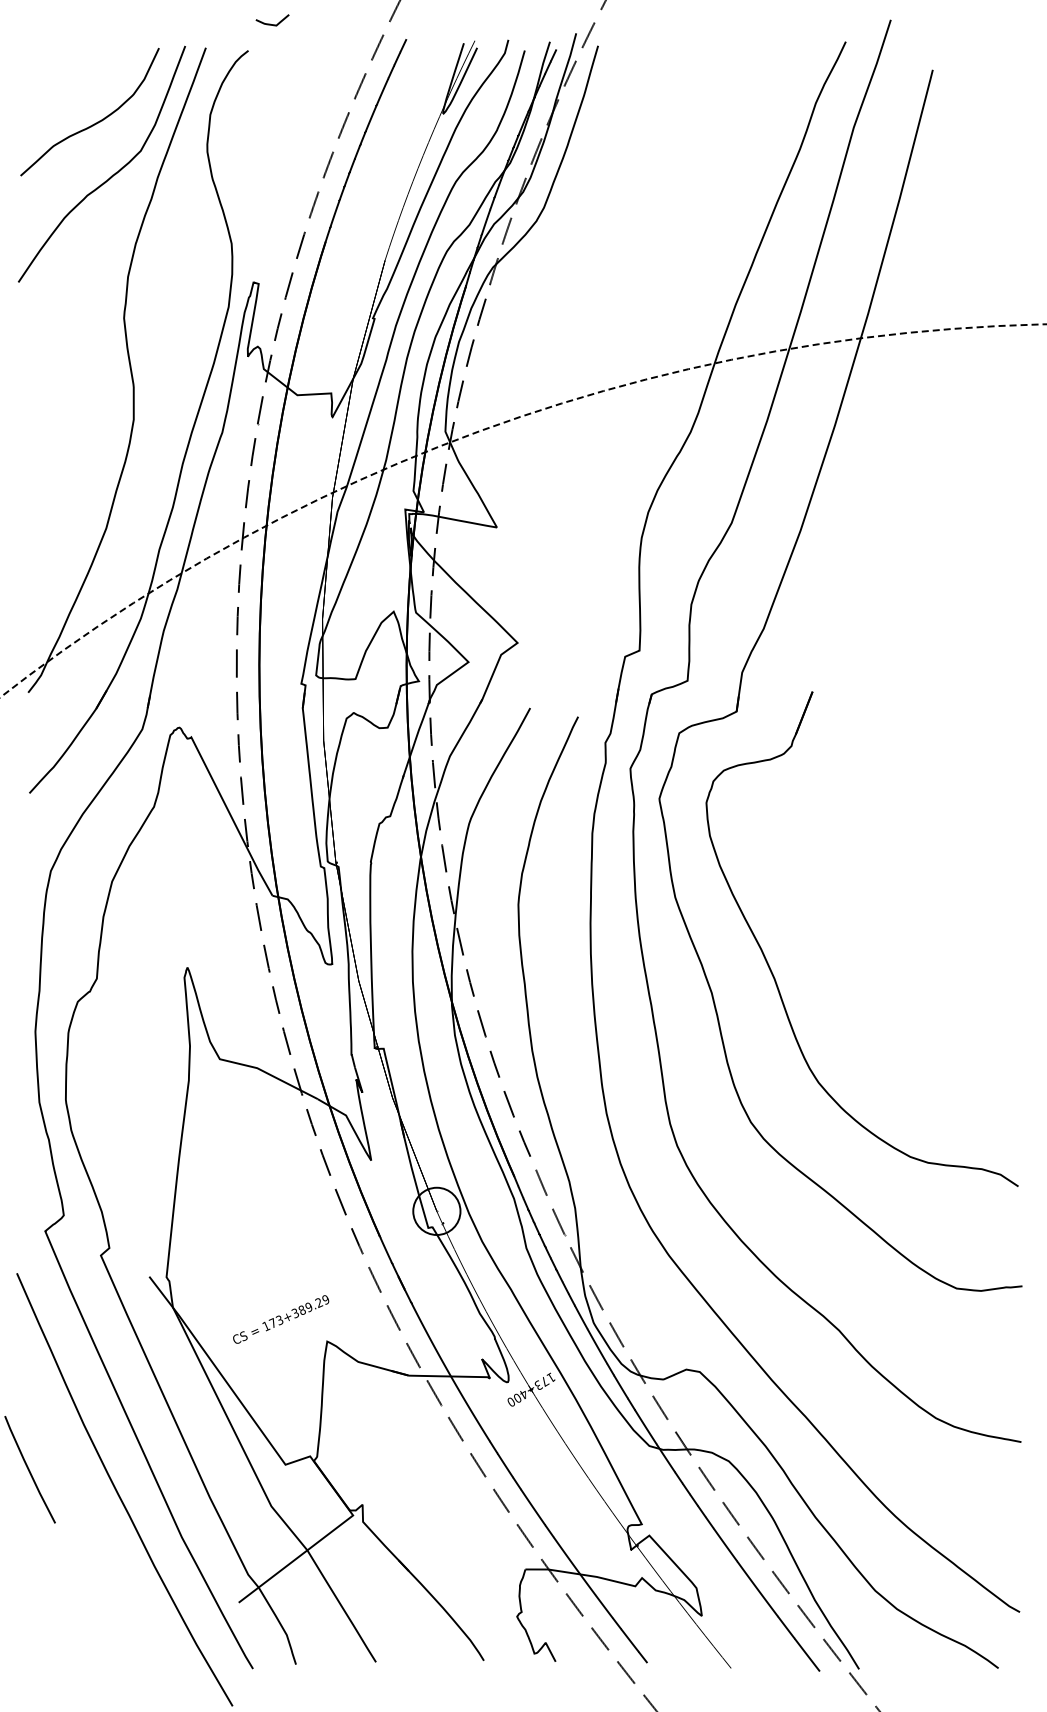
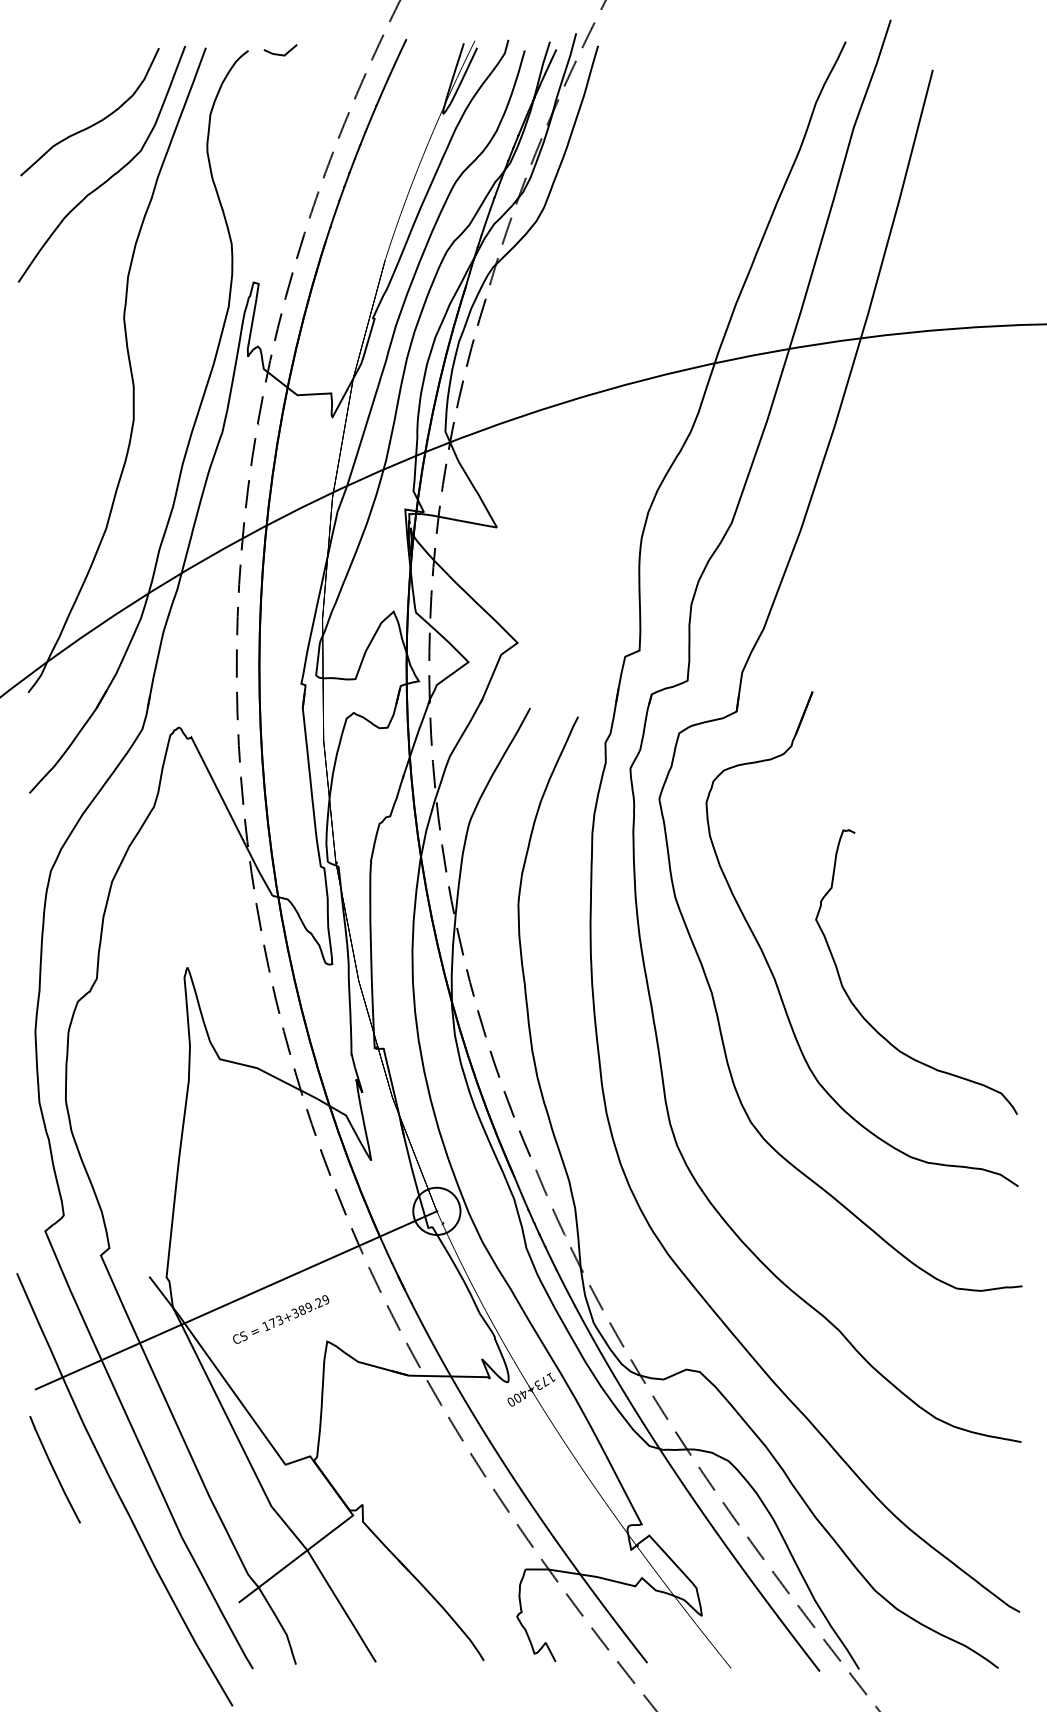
curve at (270, 23) position: (270, 23) -> (278, 53)
circle at (523, 510): dashed -> solid
curve at (862, 1014): none -> present
line at (235, 1300): none -> present
line at (29, 1469) position: (29, 1469) -> (54, 1469)
